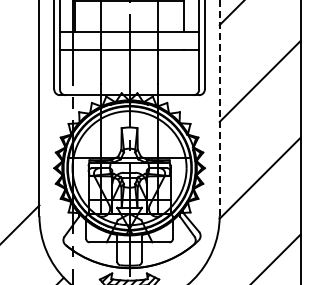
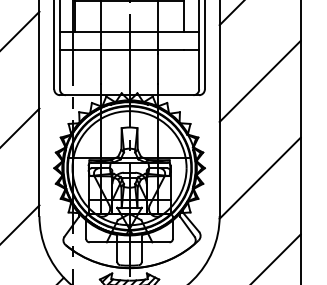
line at (20, 29): none -> present
line at (219, 108): dashed -> solid
line at (20, 126): none -> present
